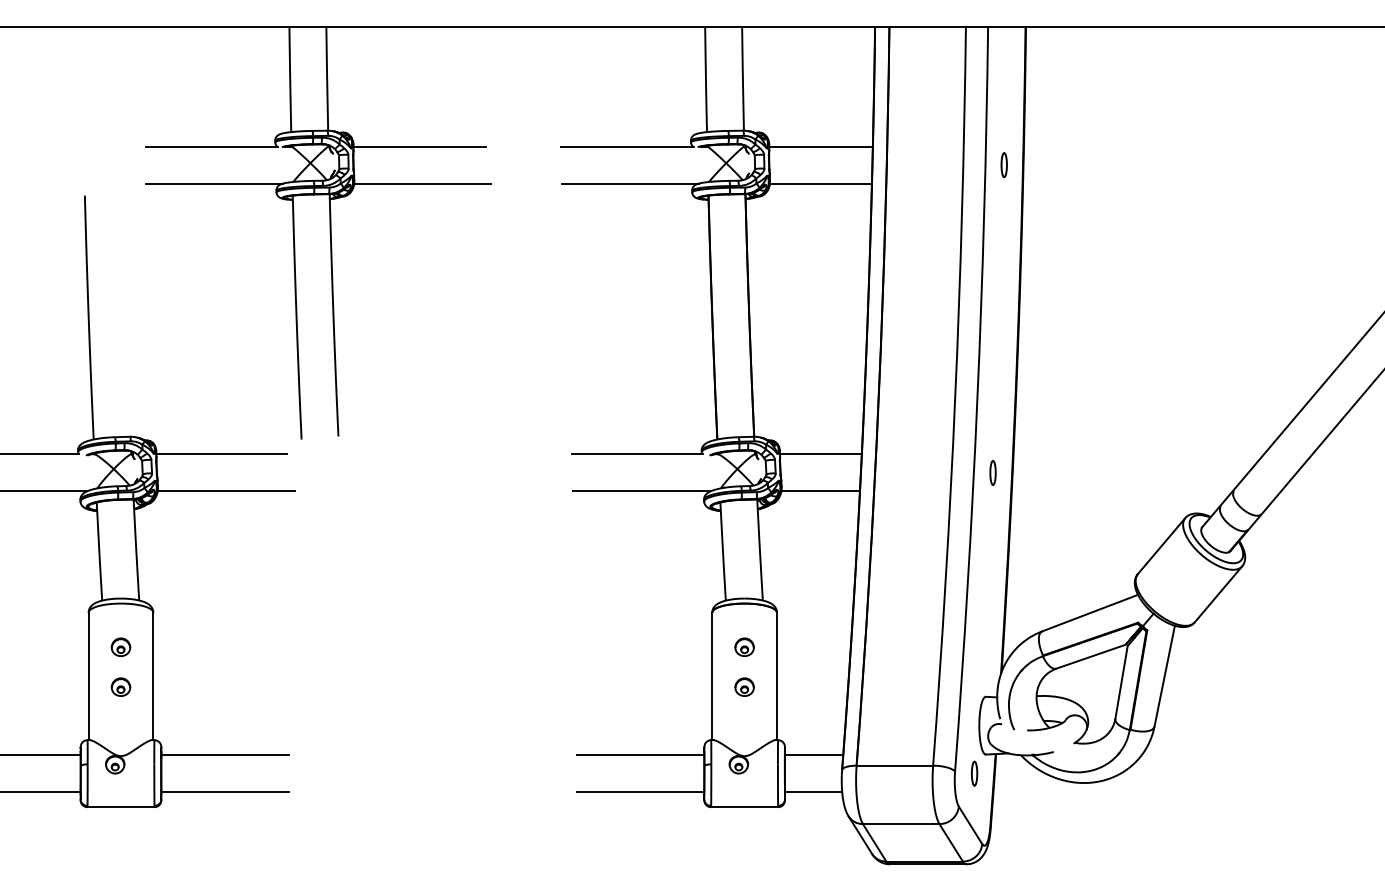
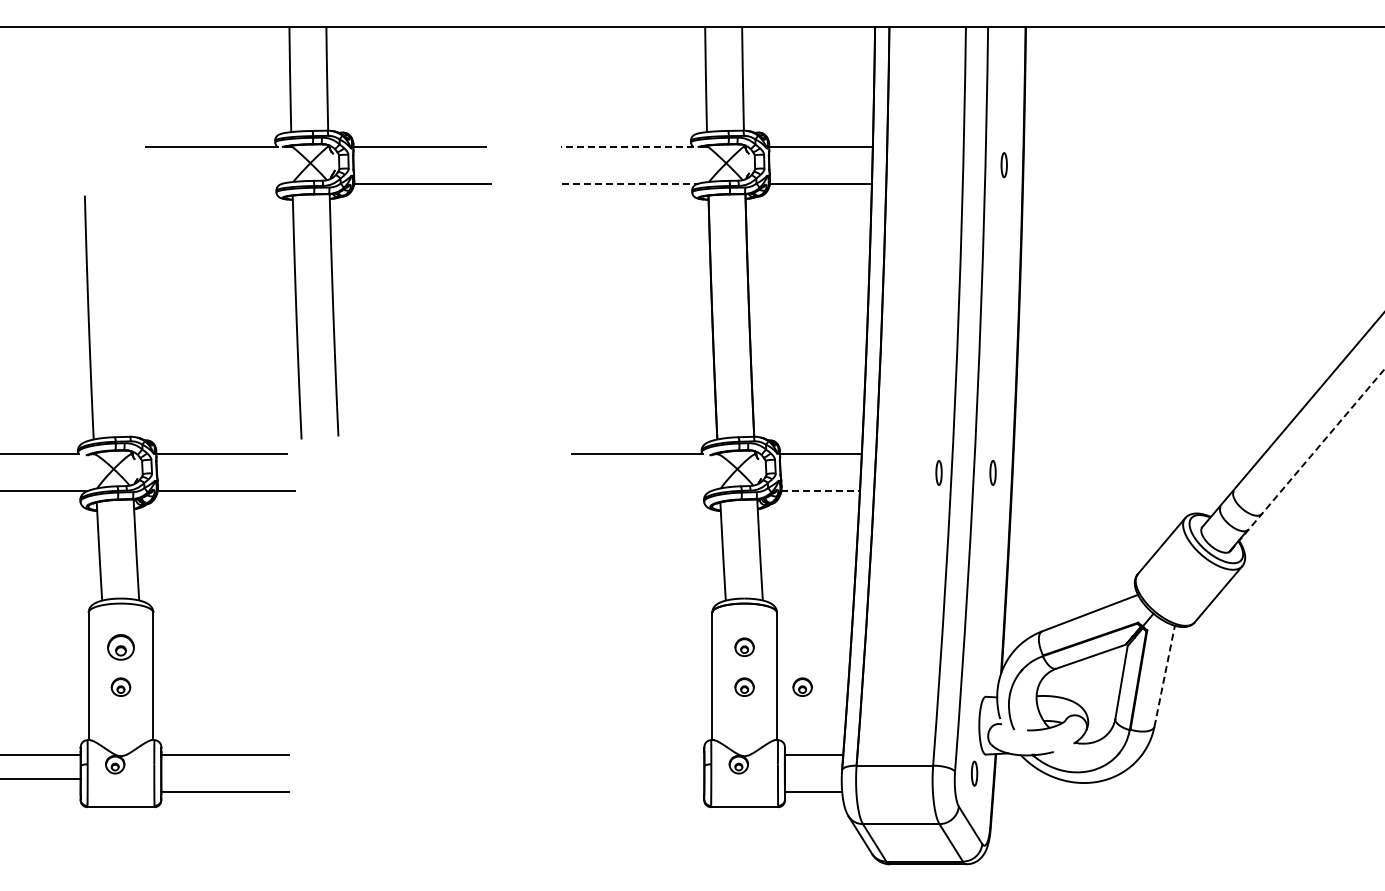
line at (626, 146): solid -> dashed
line at (214, 183): present -> none
line at (630, 183): solid -> dashed
line at (1307, 459): solid -> dashed
part at (938, 472): none -> present
line at (641, 491): present -> none
line at (821, 491): solid -> dashed
part at (120, 646) size: 22x20 px -> 28x27 px
line at (1164, 676): solid -> dashed
part at (802, 686): none -> present
line at (640, 755): present -> none
line at (41, 792) position: (41, 792) -> (41, 779)
line at (640, 792): present -> none
